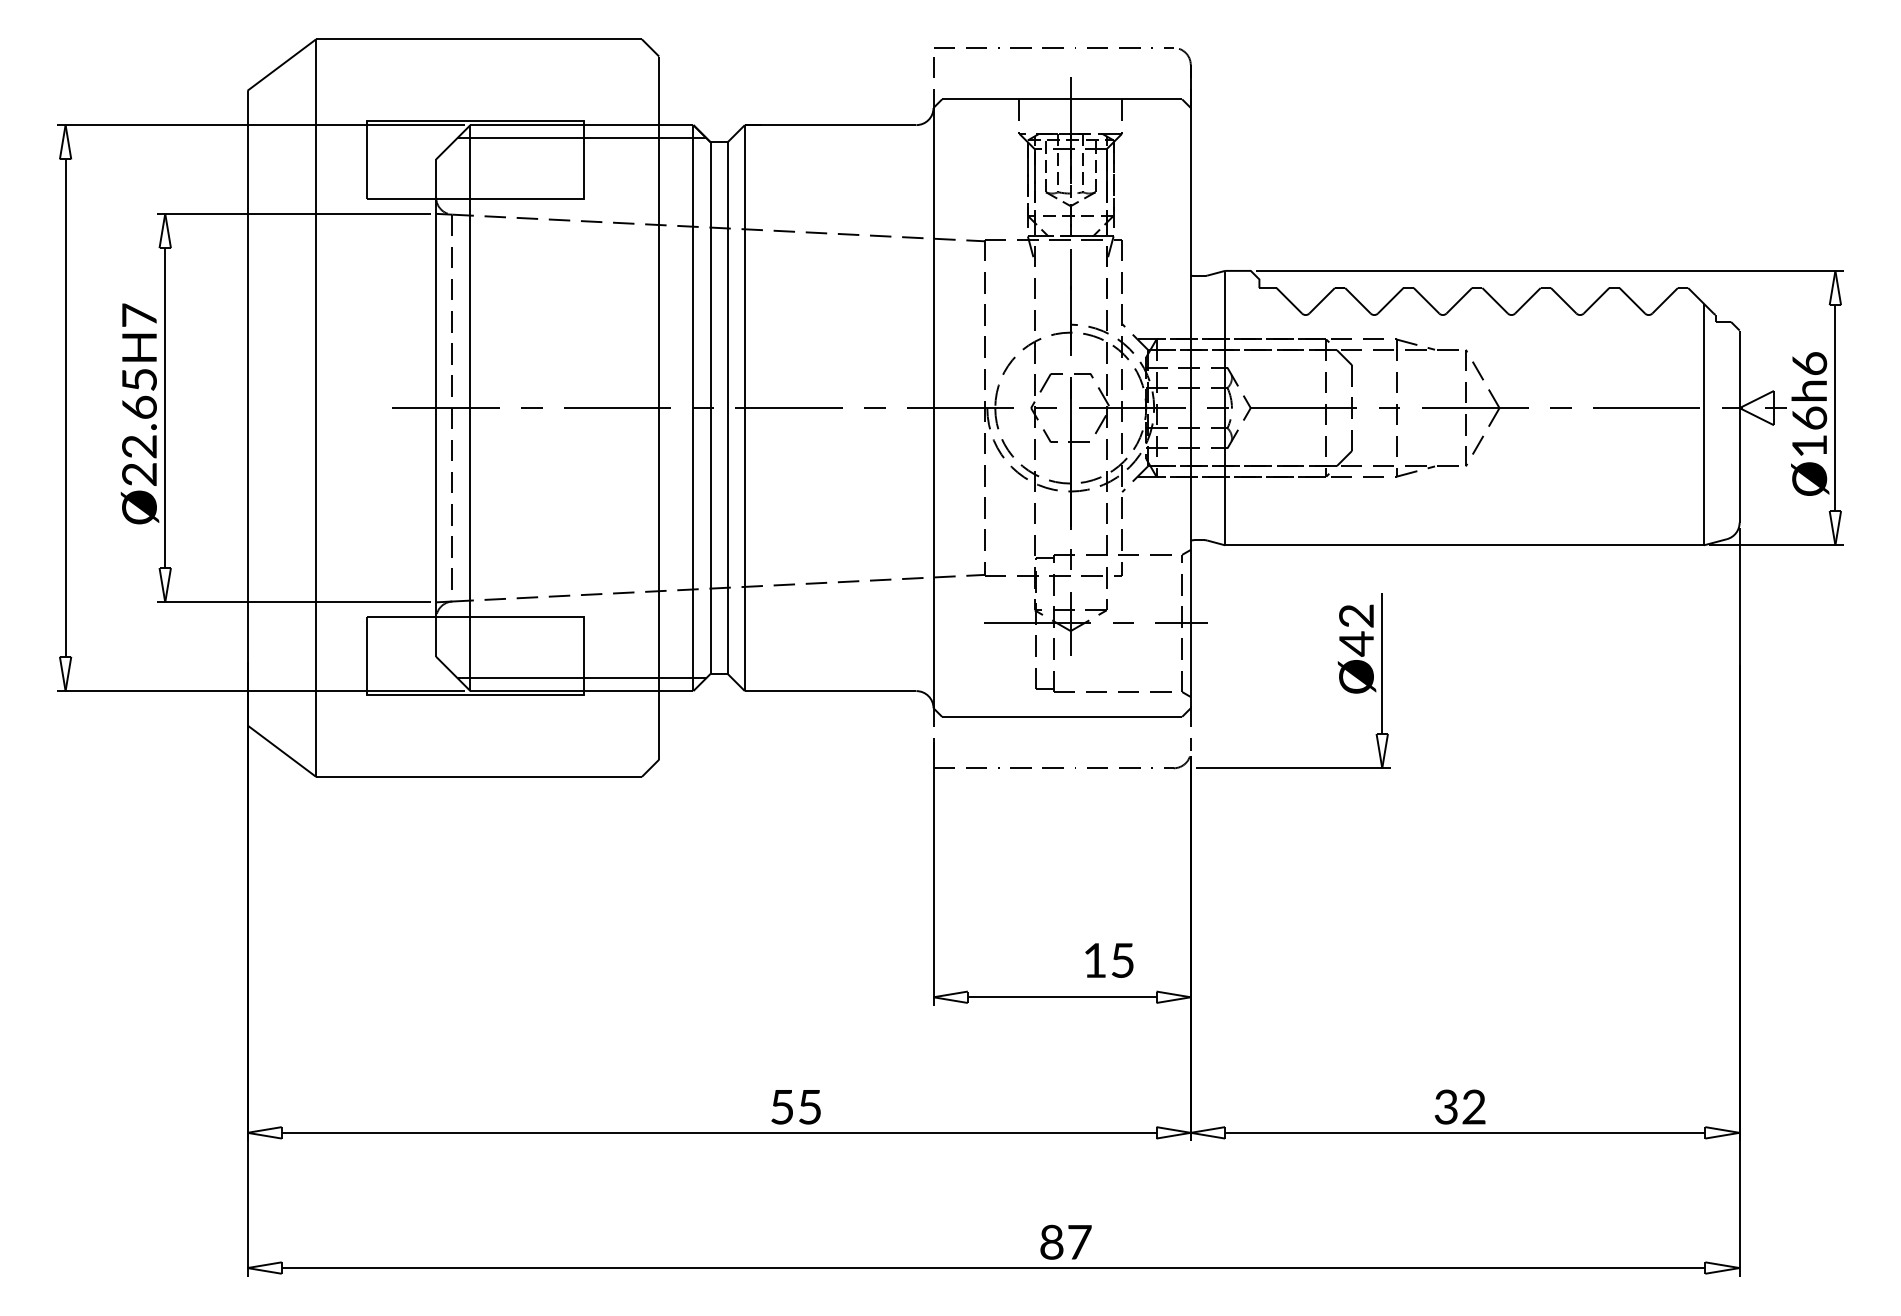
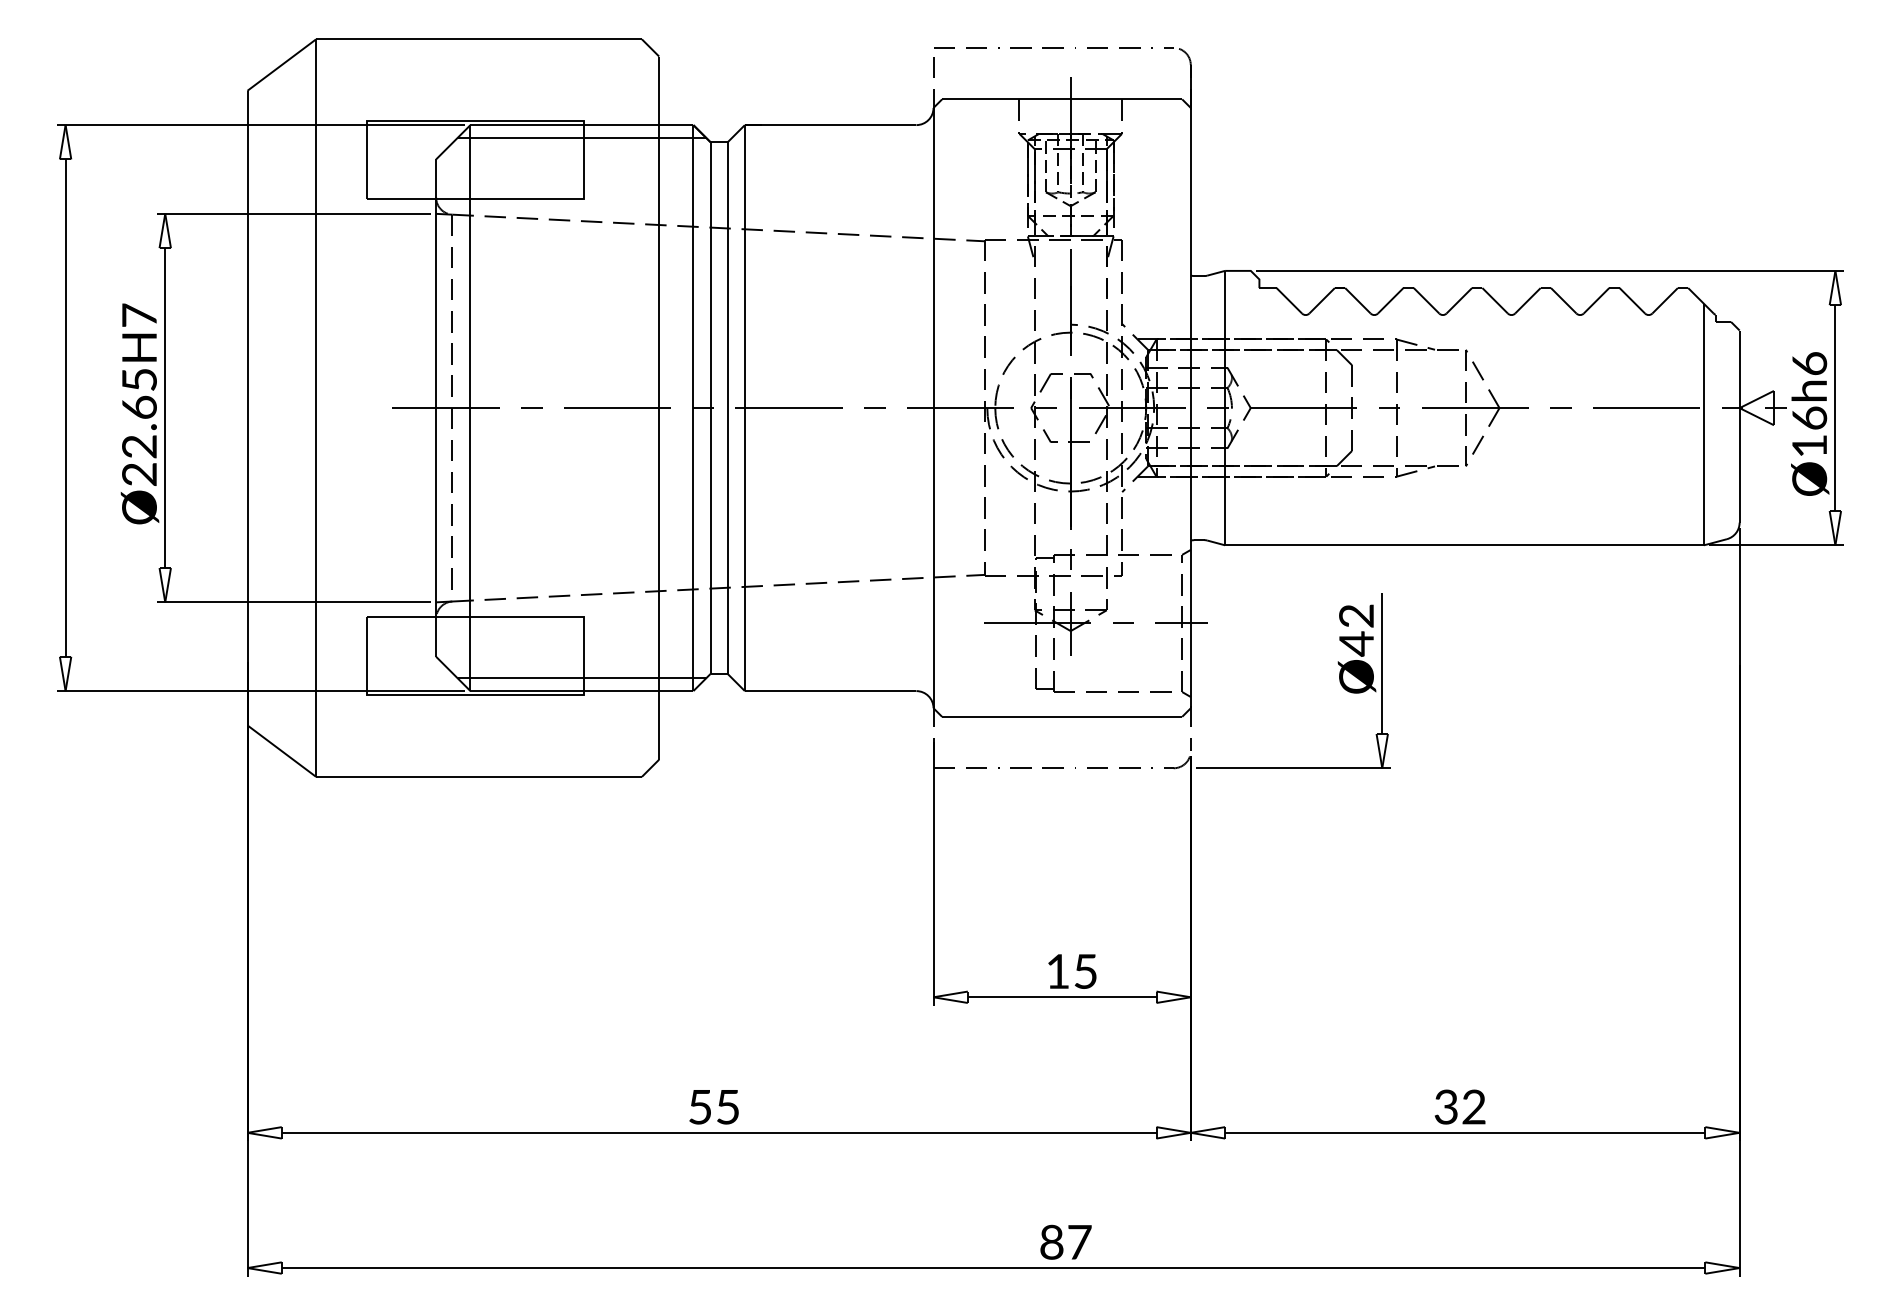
text at (1109, 960) position: (1109, 960) -> (1072, 971)
text at (795, 1107) position: (795, 1107) -> (713, 1107)
